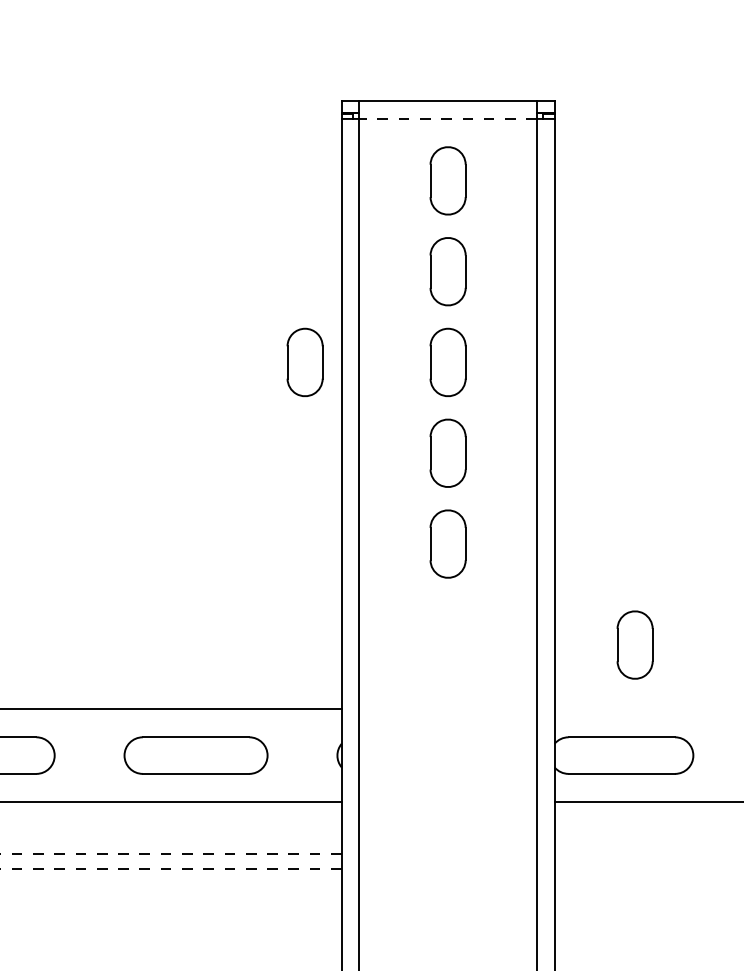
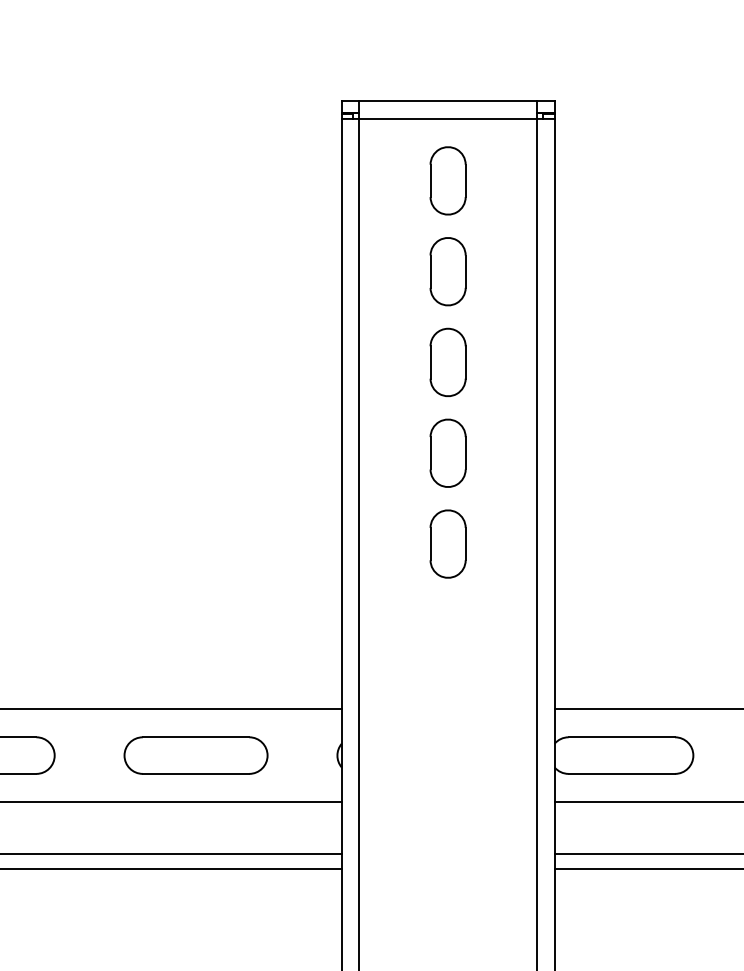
line at (448, 118): dashed -> solid
part at (304, 361): present -> none
part at (634, 644): present -> none
line at (647, 709): none -> present
line at (170, 854): dashed -> solid
line at (647, 854): none -> present
line at (170, 868): dashed -> solid
line at (647, 868): none -> present
